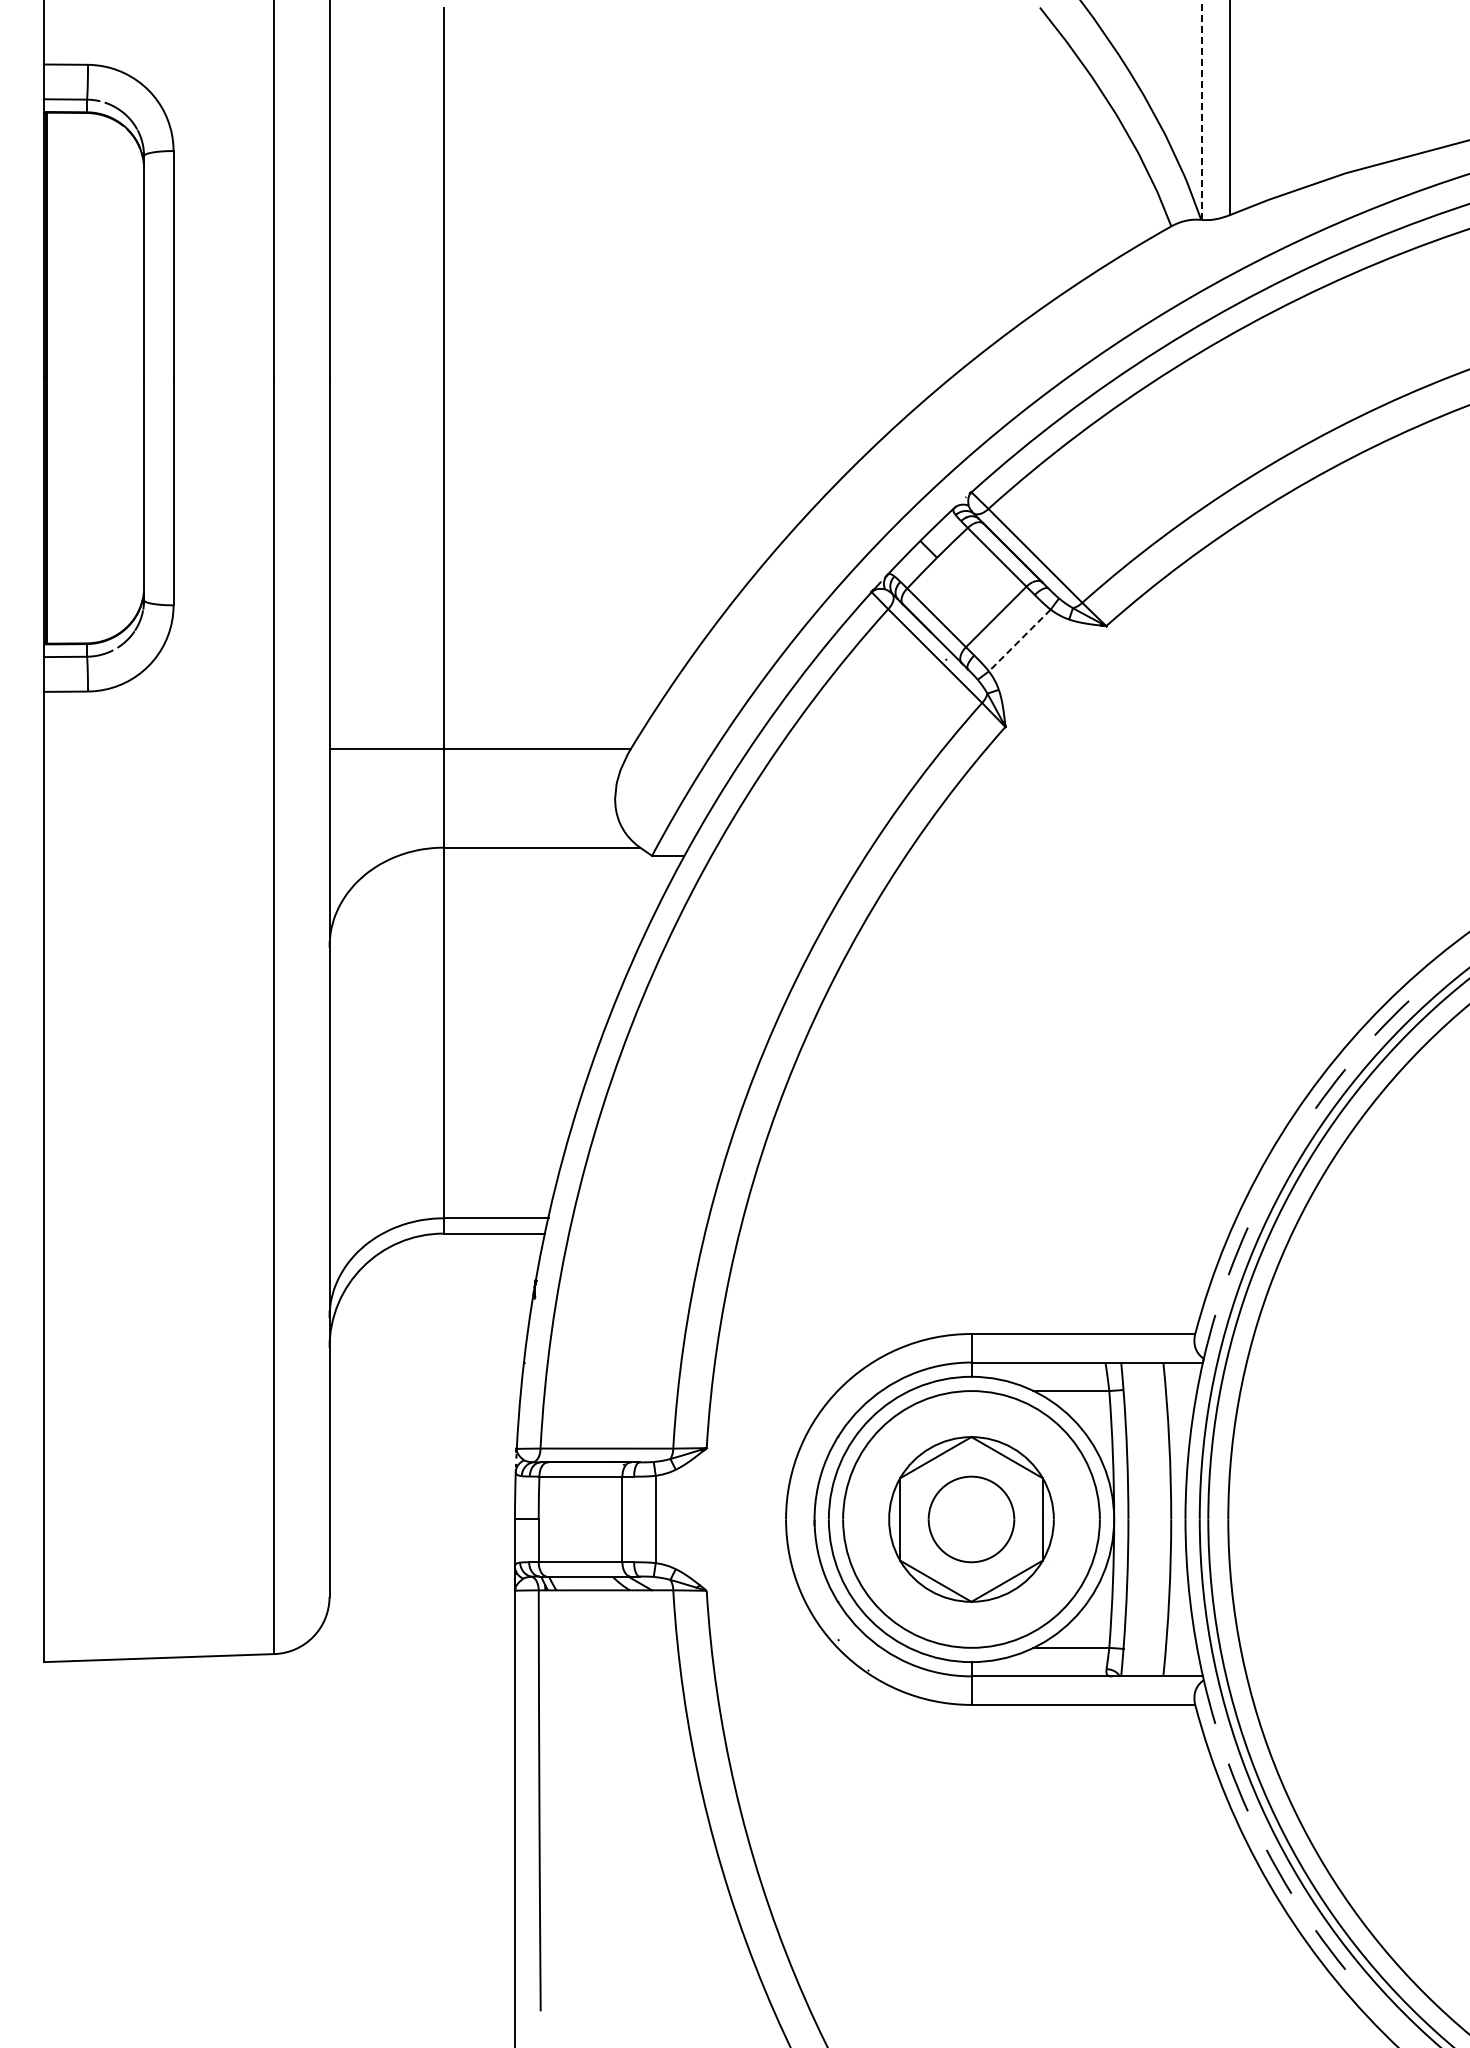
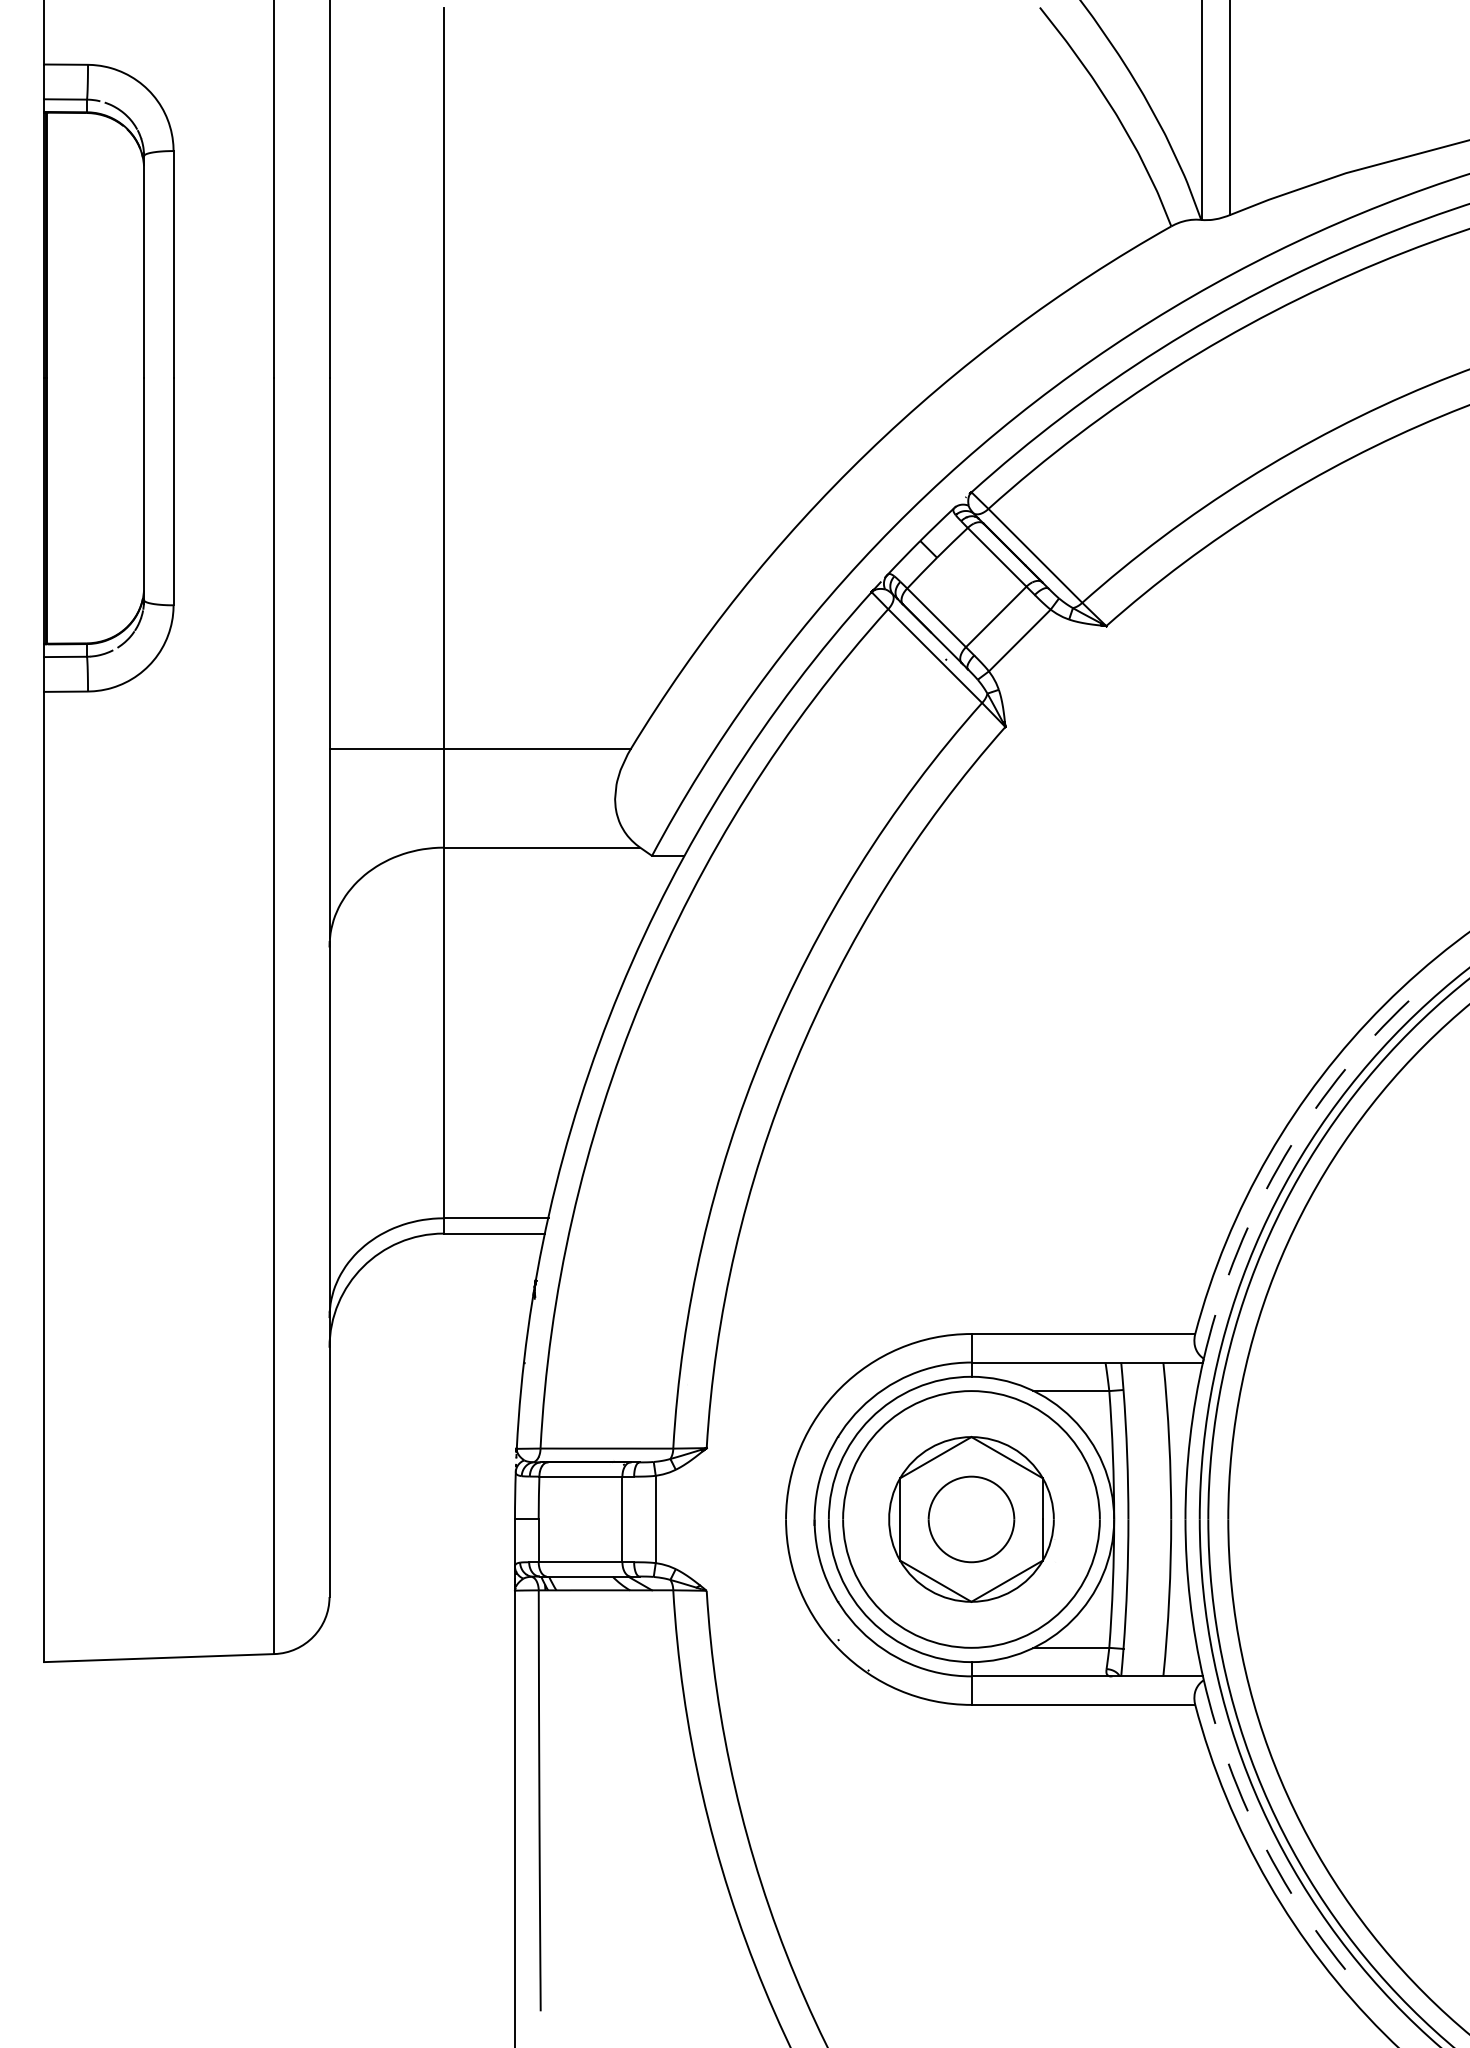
line at (1201, 110): dashed -> solid
line at (1019, 640): dashed -> solid
line at (1279, 1167): none -> present
